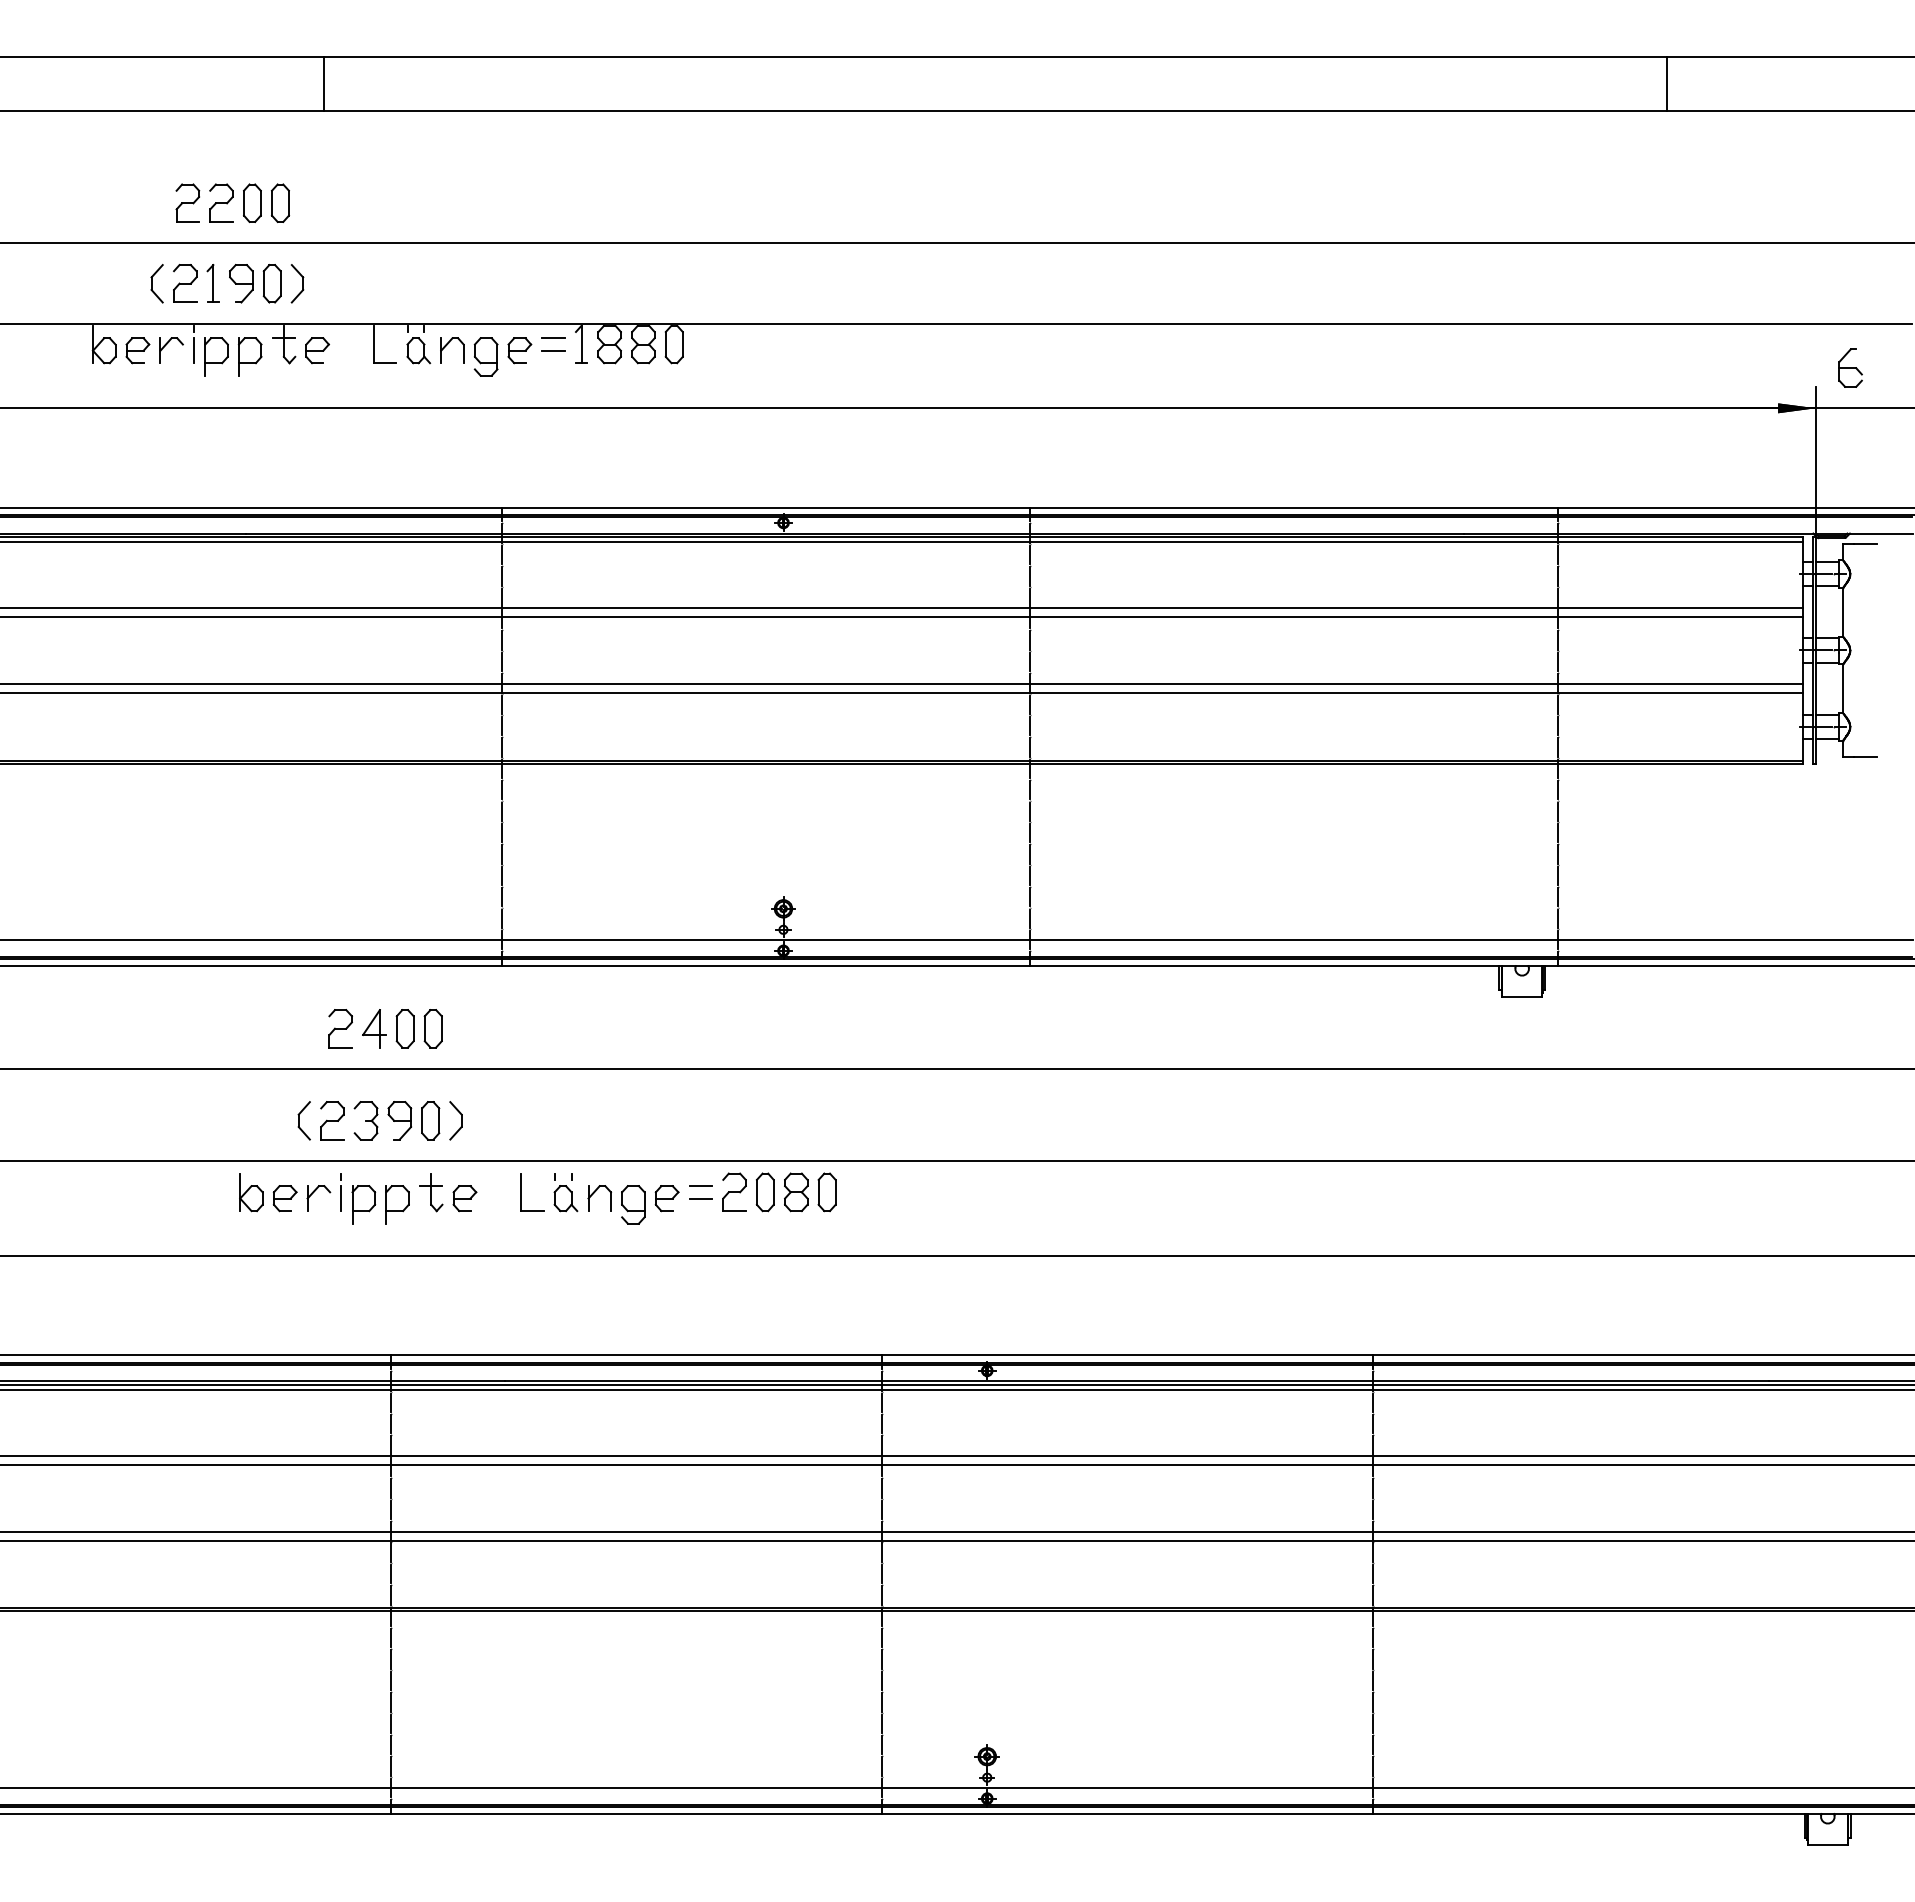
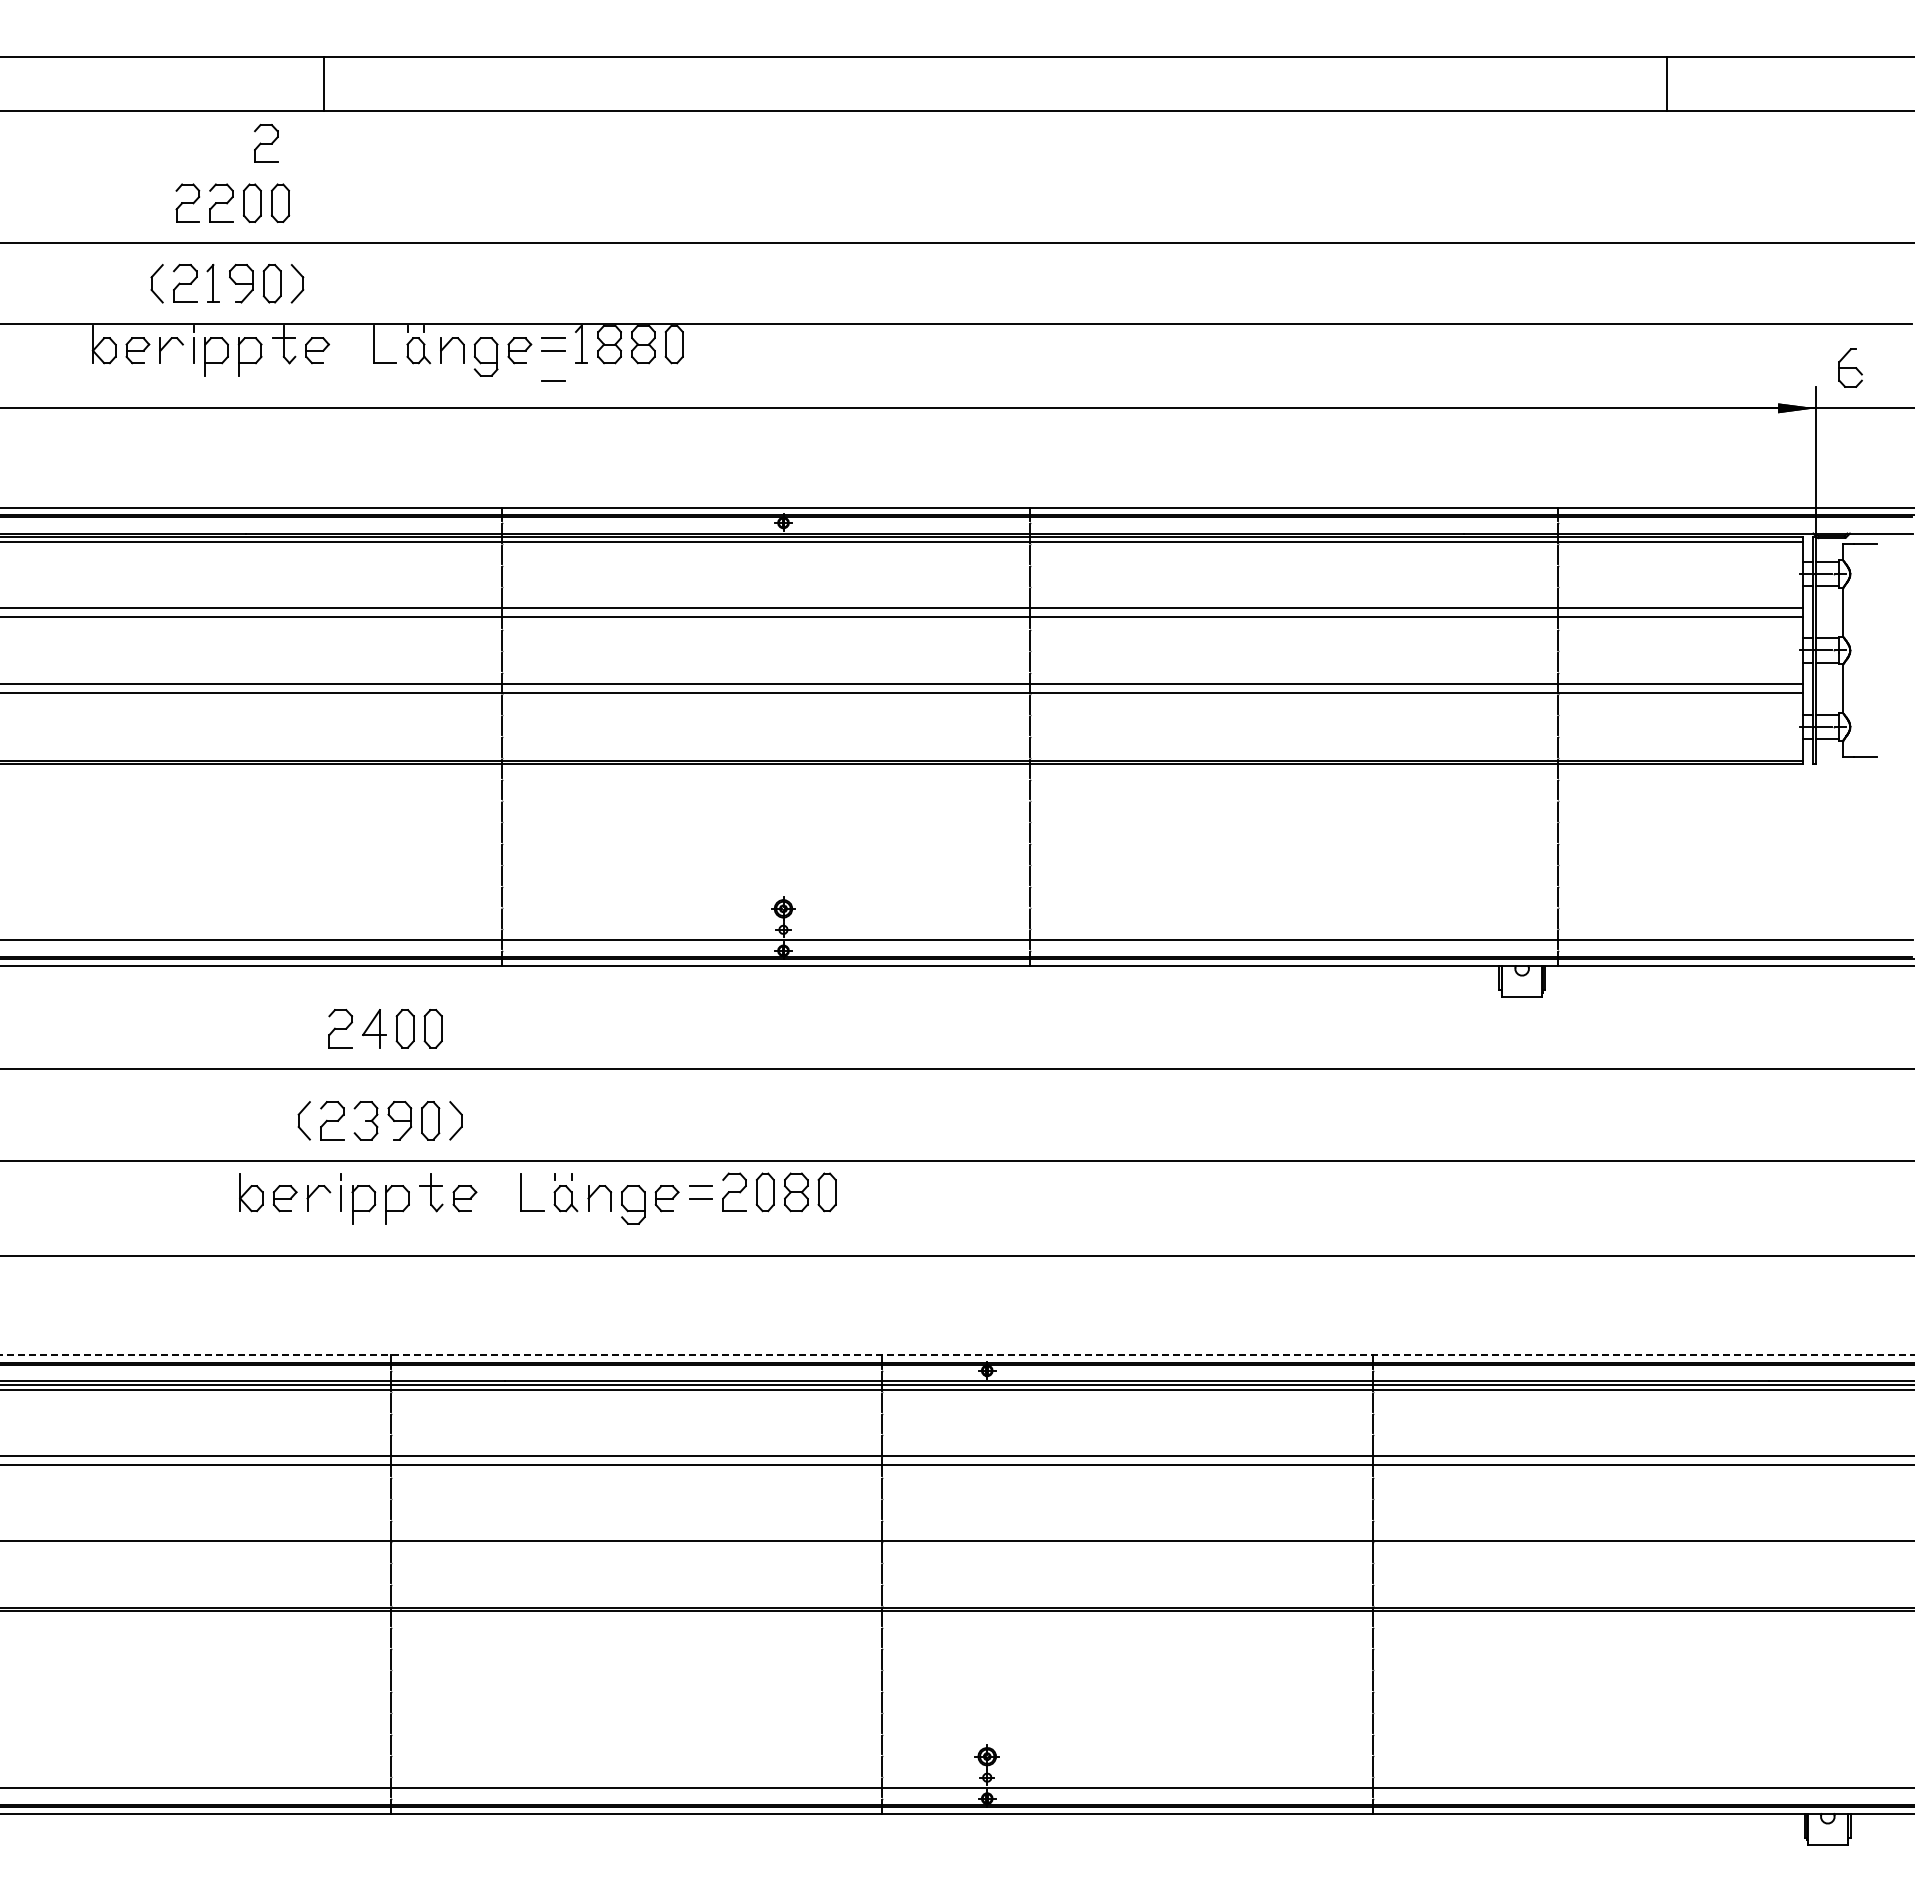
part at (266, 143): none -> present
line at (553, 380): none -> present
line at (957, 1355): solid -> dashed
line at (956, 1532): present -> none
